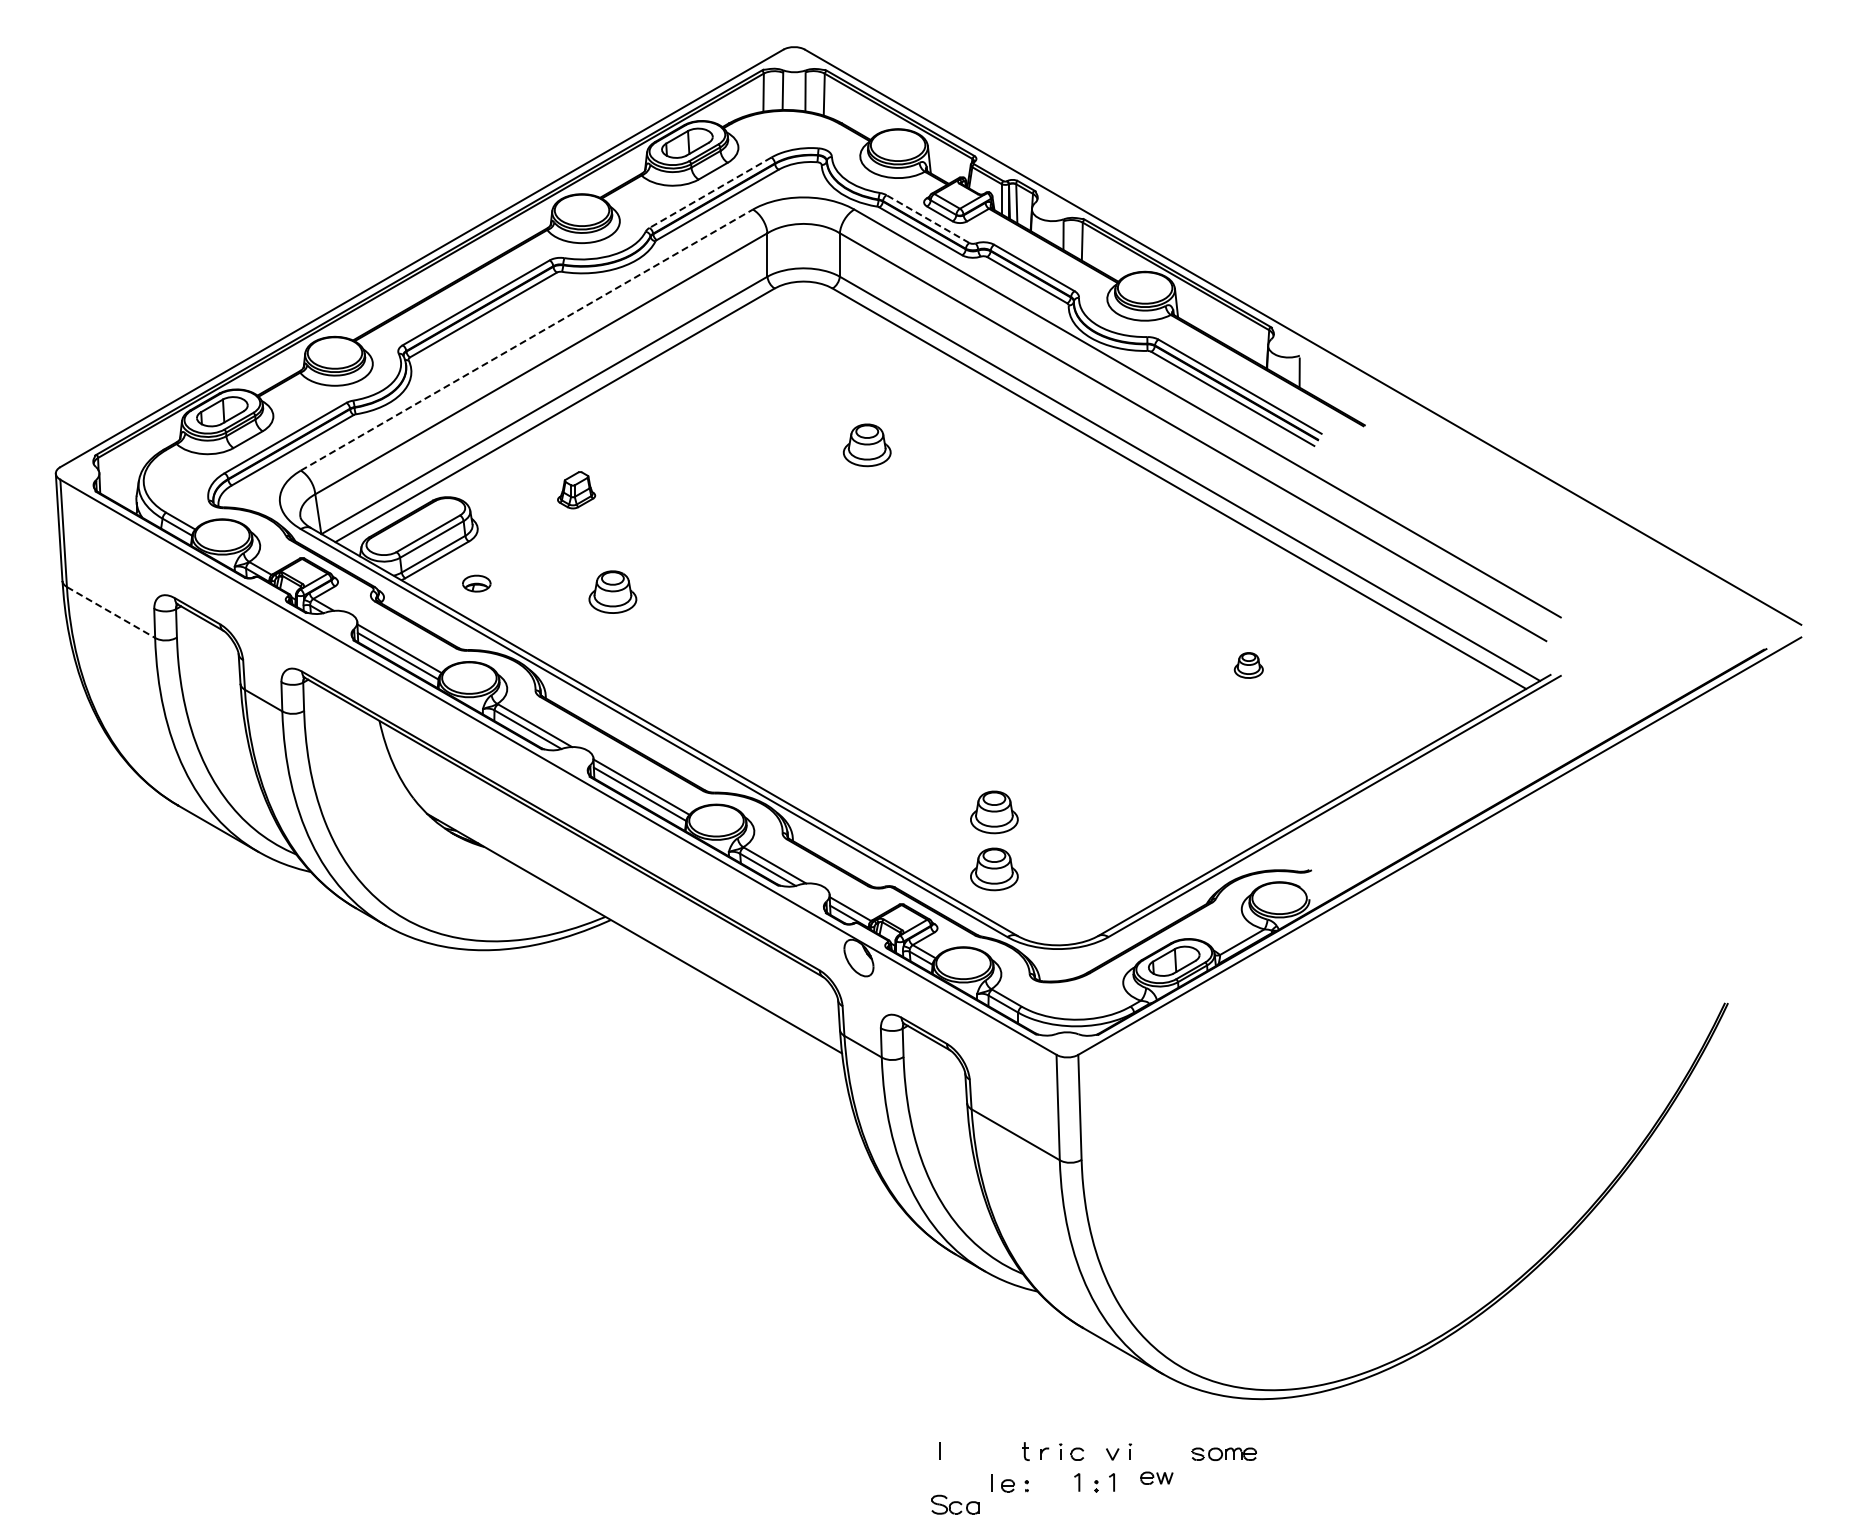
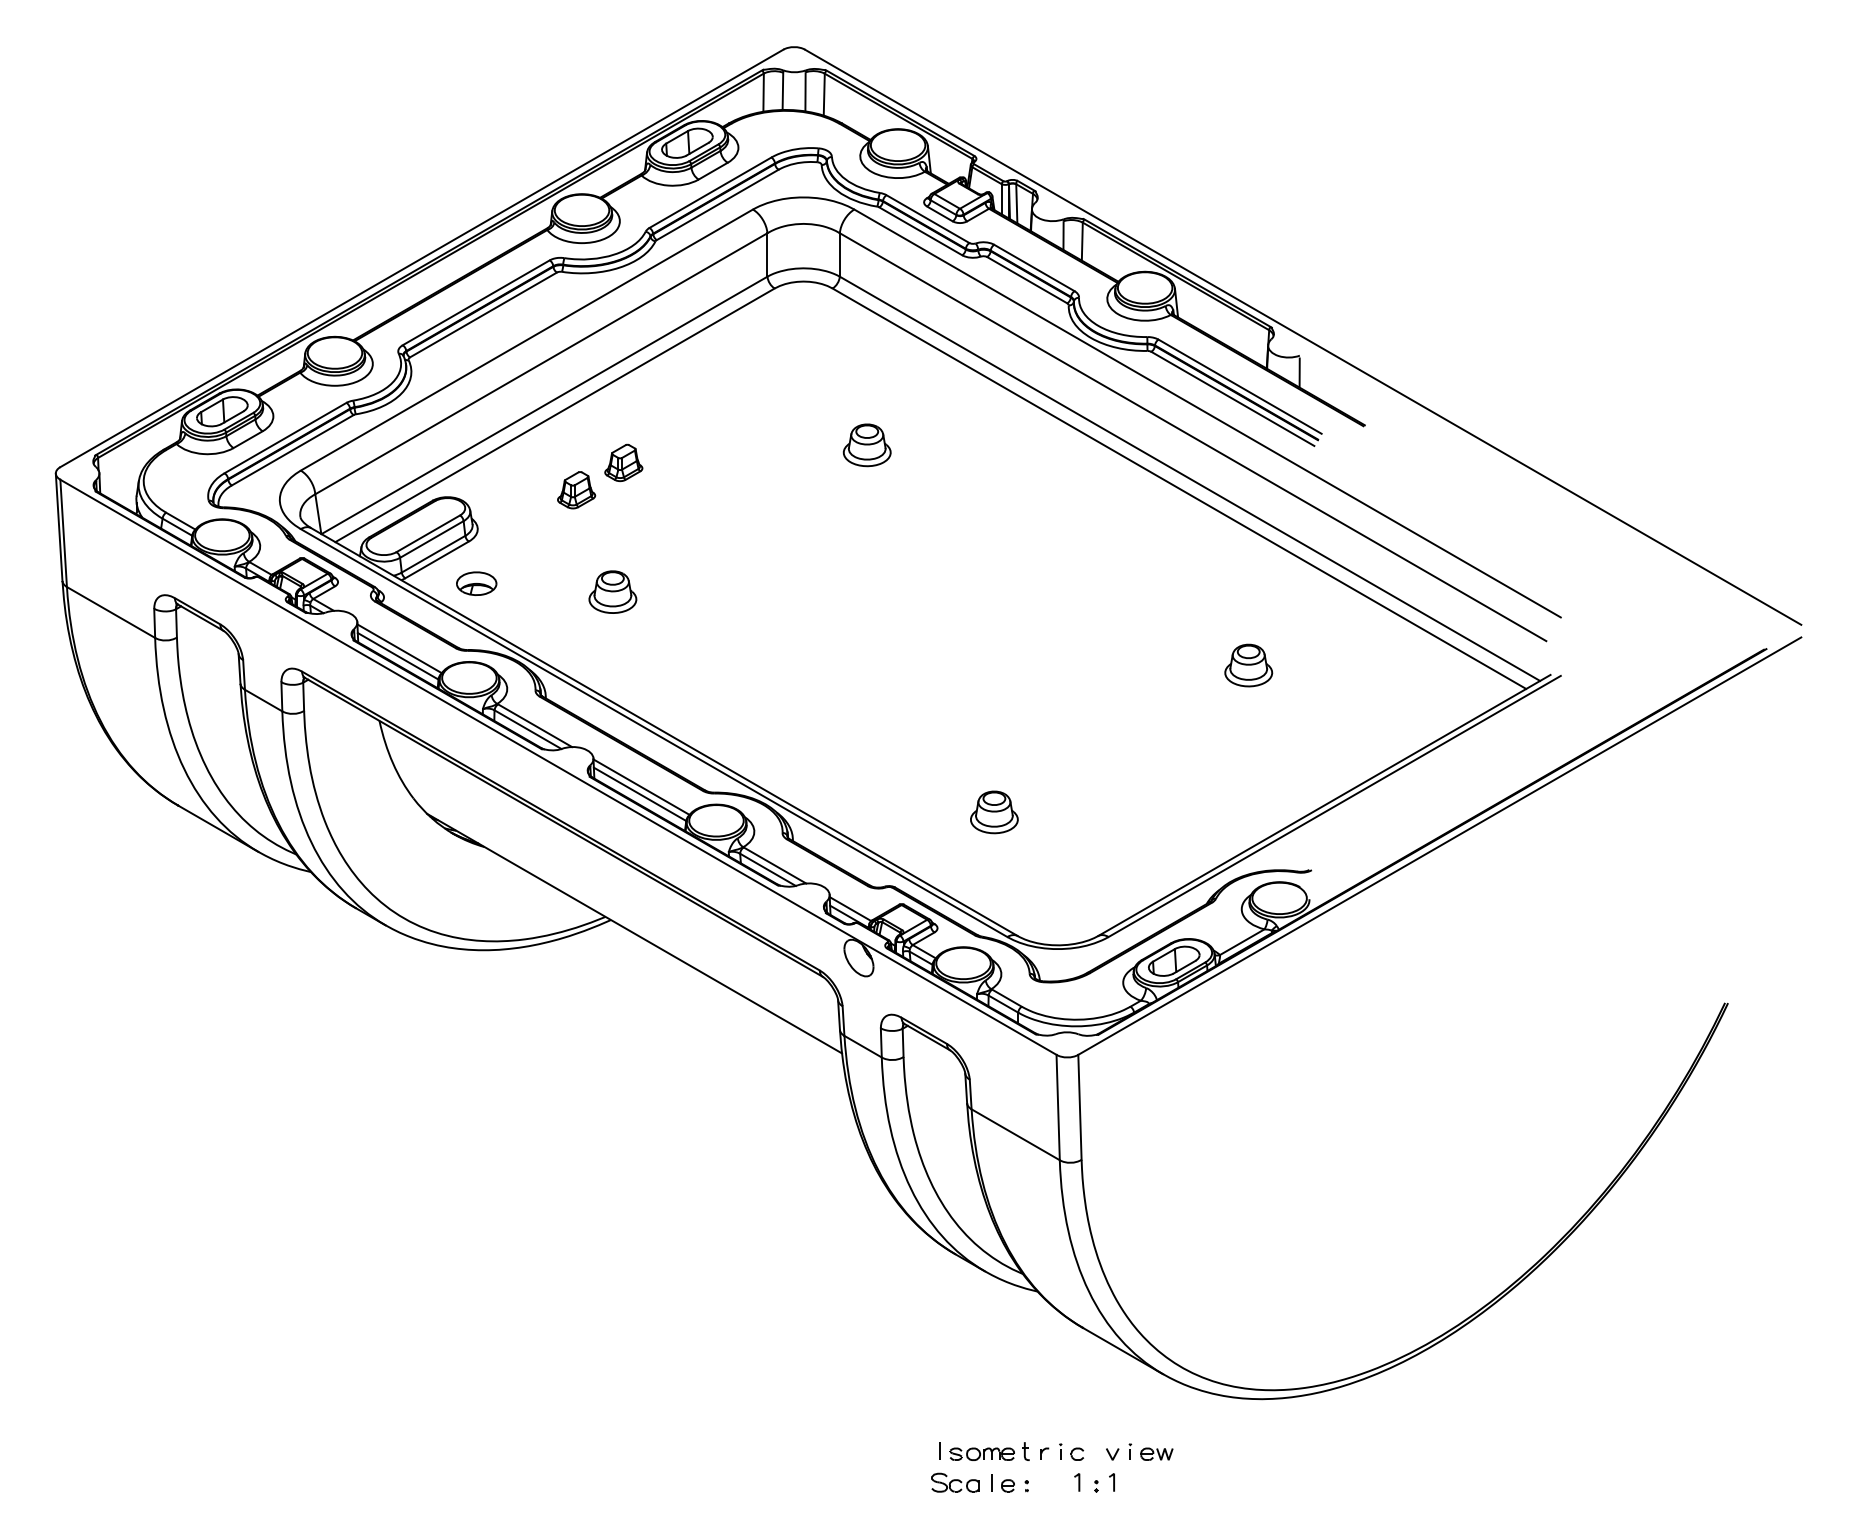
line at (710, 192): dashed -> solid
line at (928, 219): dashed -> solid
line at (527, 339): dashed -> solid
part at (623, 462): none -> present
part at (476, 583) size: 30x19 px -> 42x25 px
line at (111, 612): dashed -> solid
part at (1248, 665) size: 31x27 px -> 50x45 px
part at (994, 869): present -> none
part at (1223, 1453) position: (1223, 1453) -> (981, 1453)
part at (1156, 1477) position: (1156, 1477) -> (1156, 1453)
part at (955, 1504) position: (955, 1504) -> (955, 1482)
